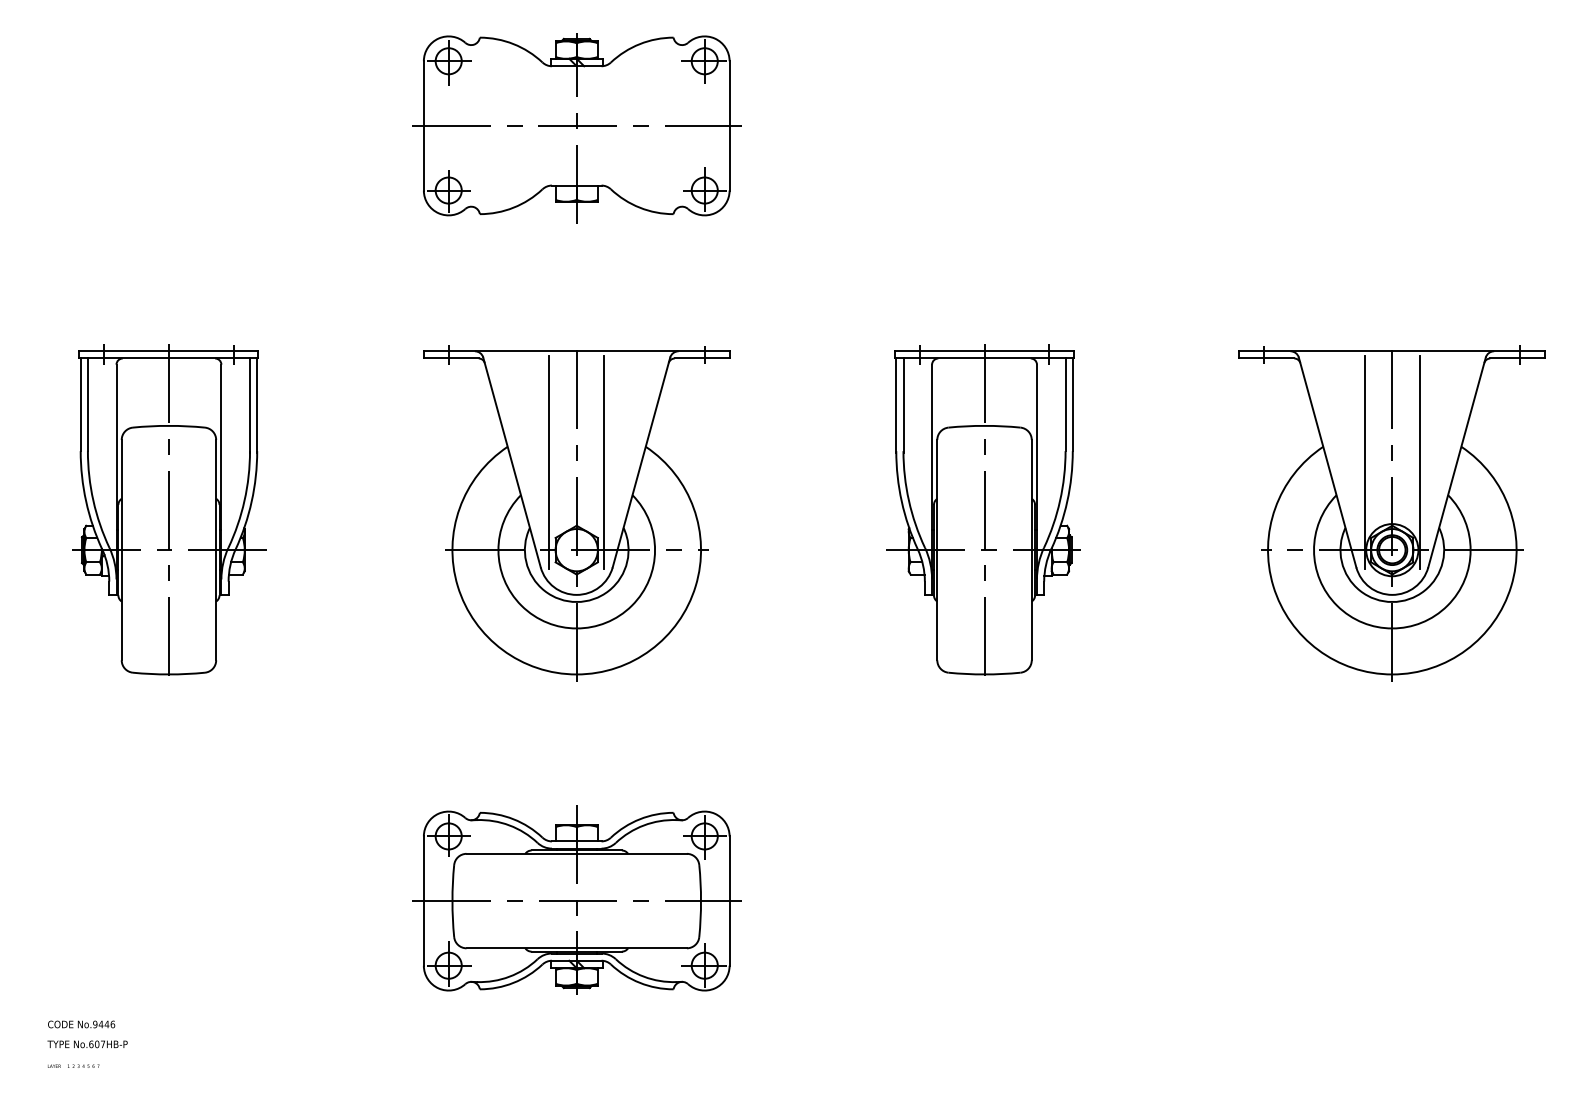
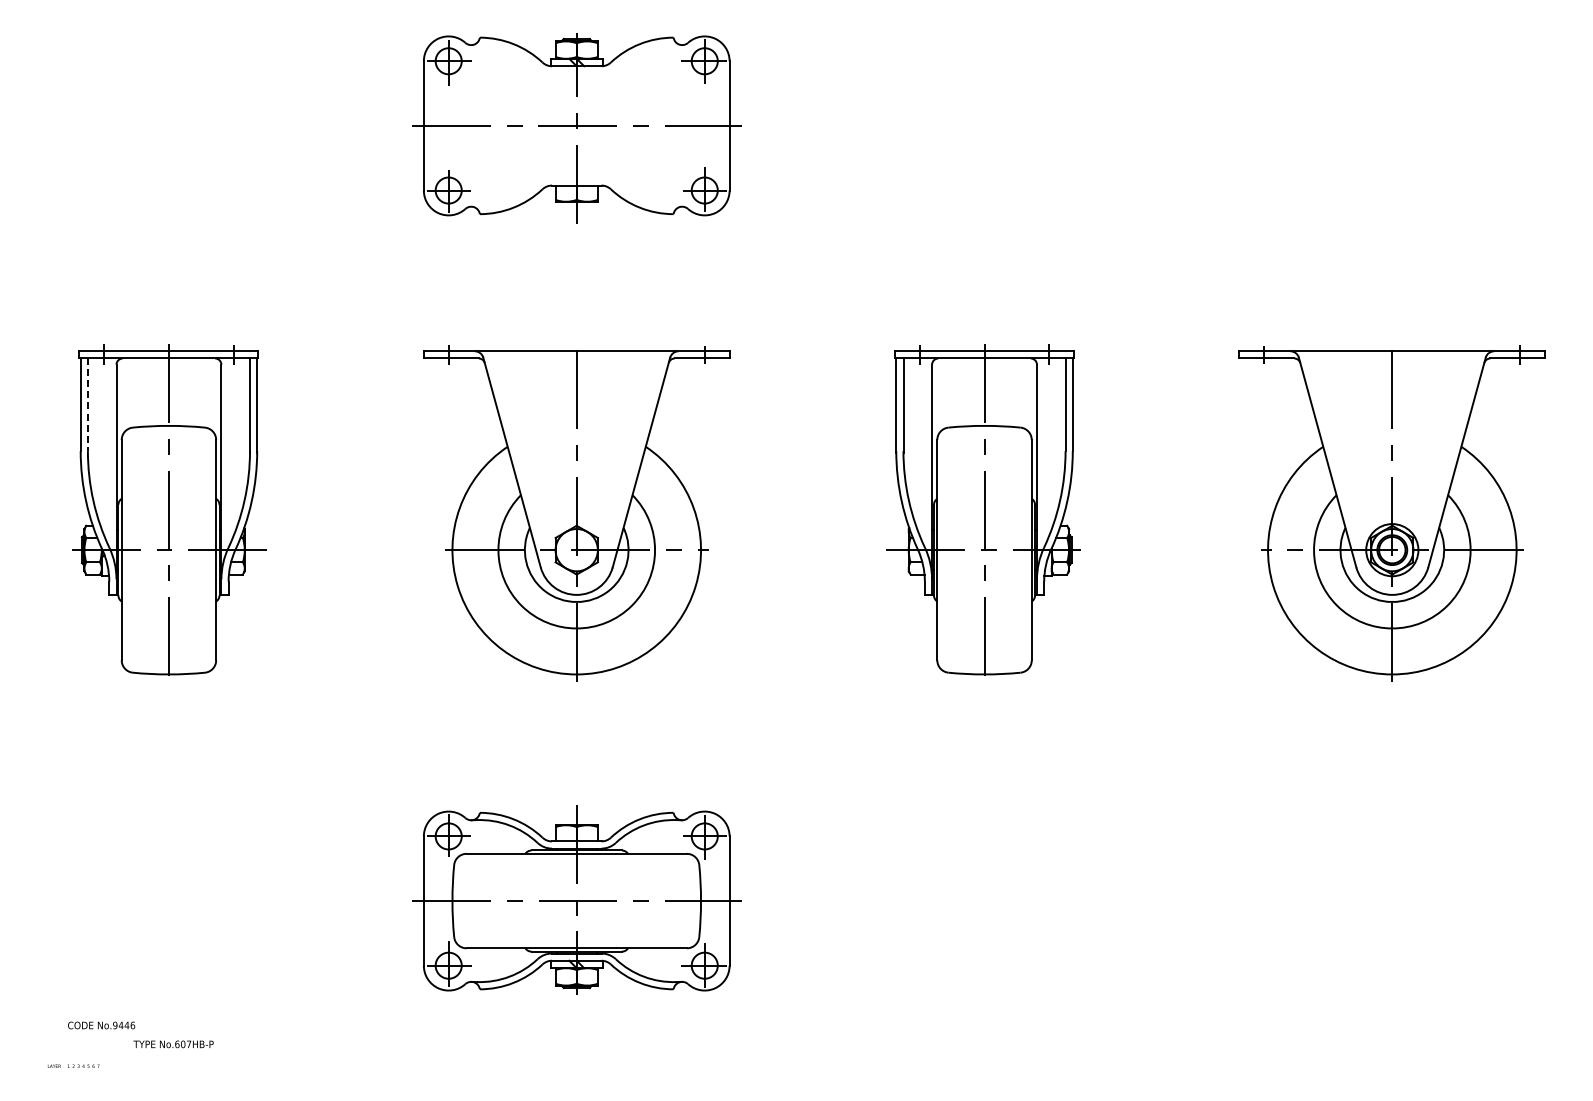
line at (87, 405): solid -> dashed
line at (549, 462): present -> none
line at (604, 462): present -> none
line at (1364, 462): present -> none
line at (1419, 462): present -> none
text at (81, 1024) position: (81, 1024) -> (101, 1025)
text at (87, 1044) position: (87, 1044) -> (173, 1044)
